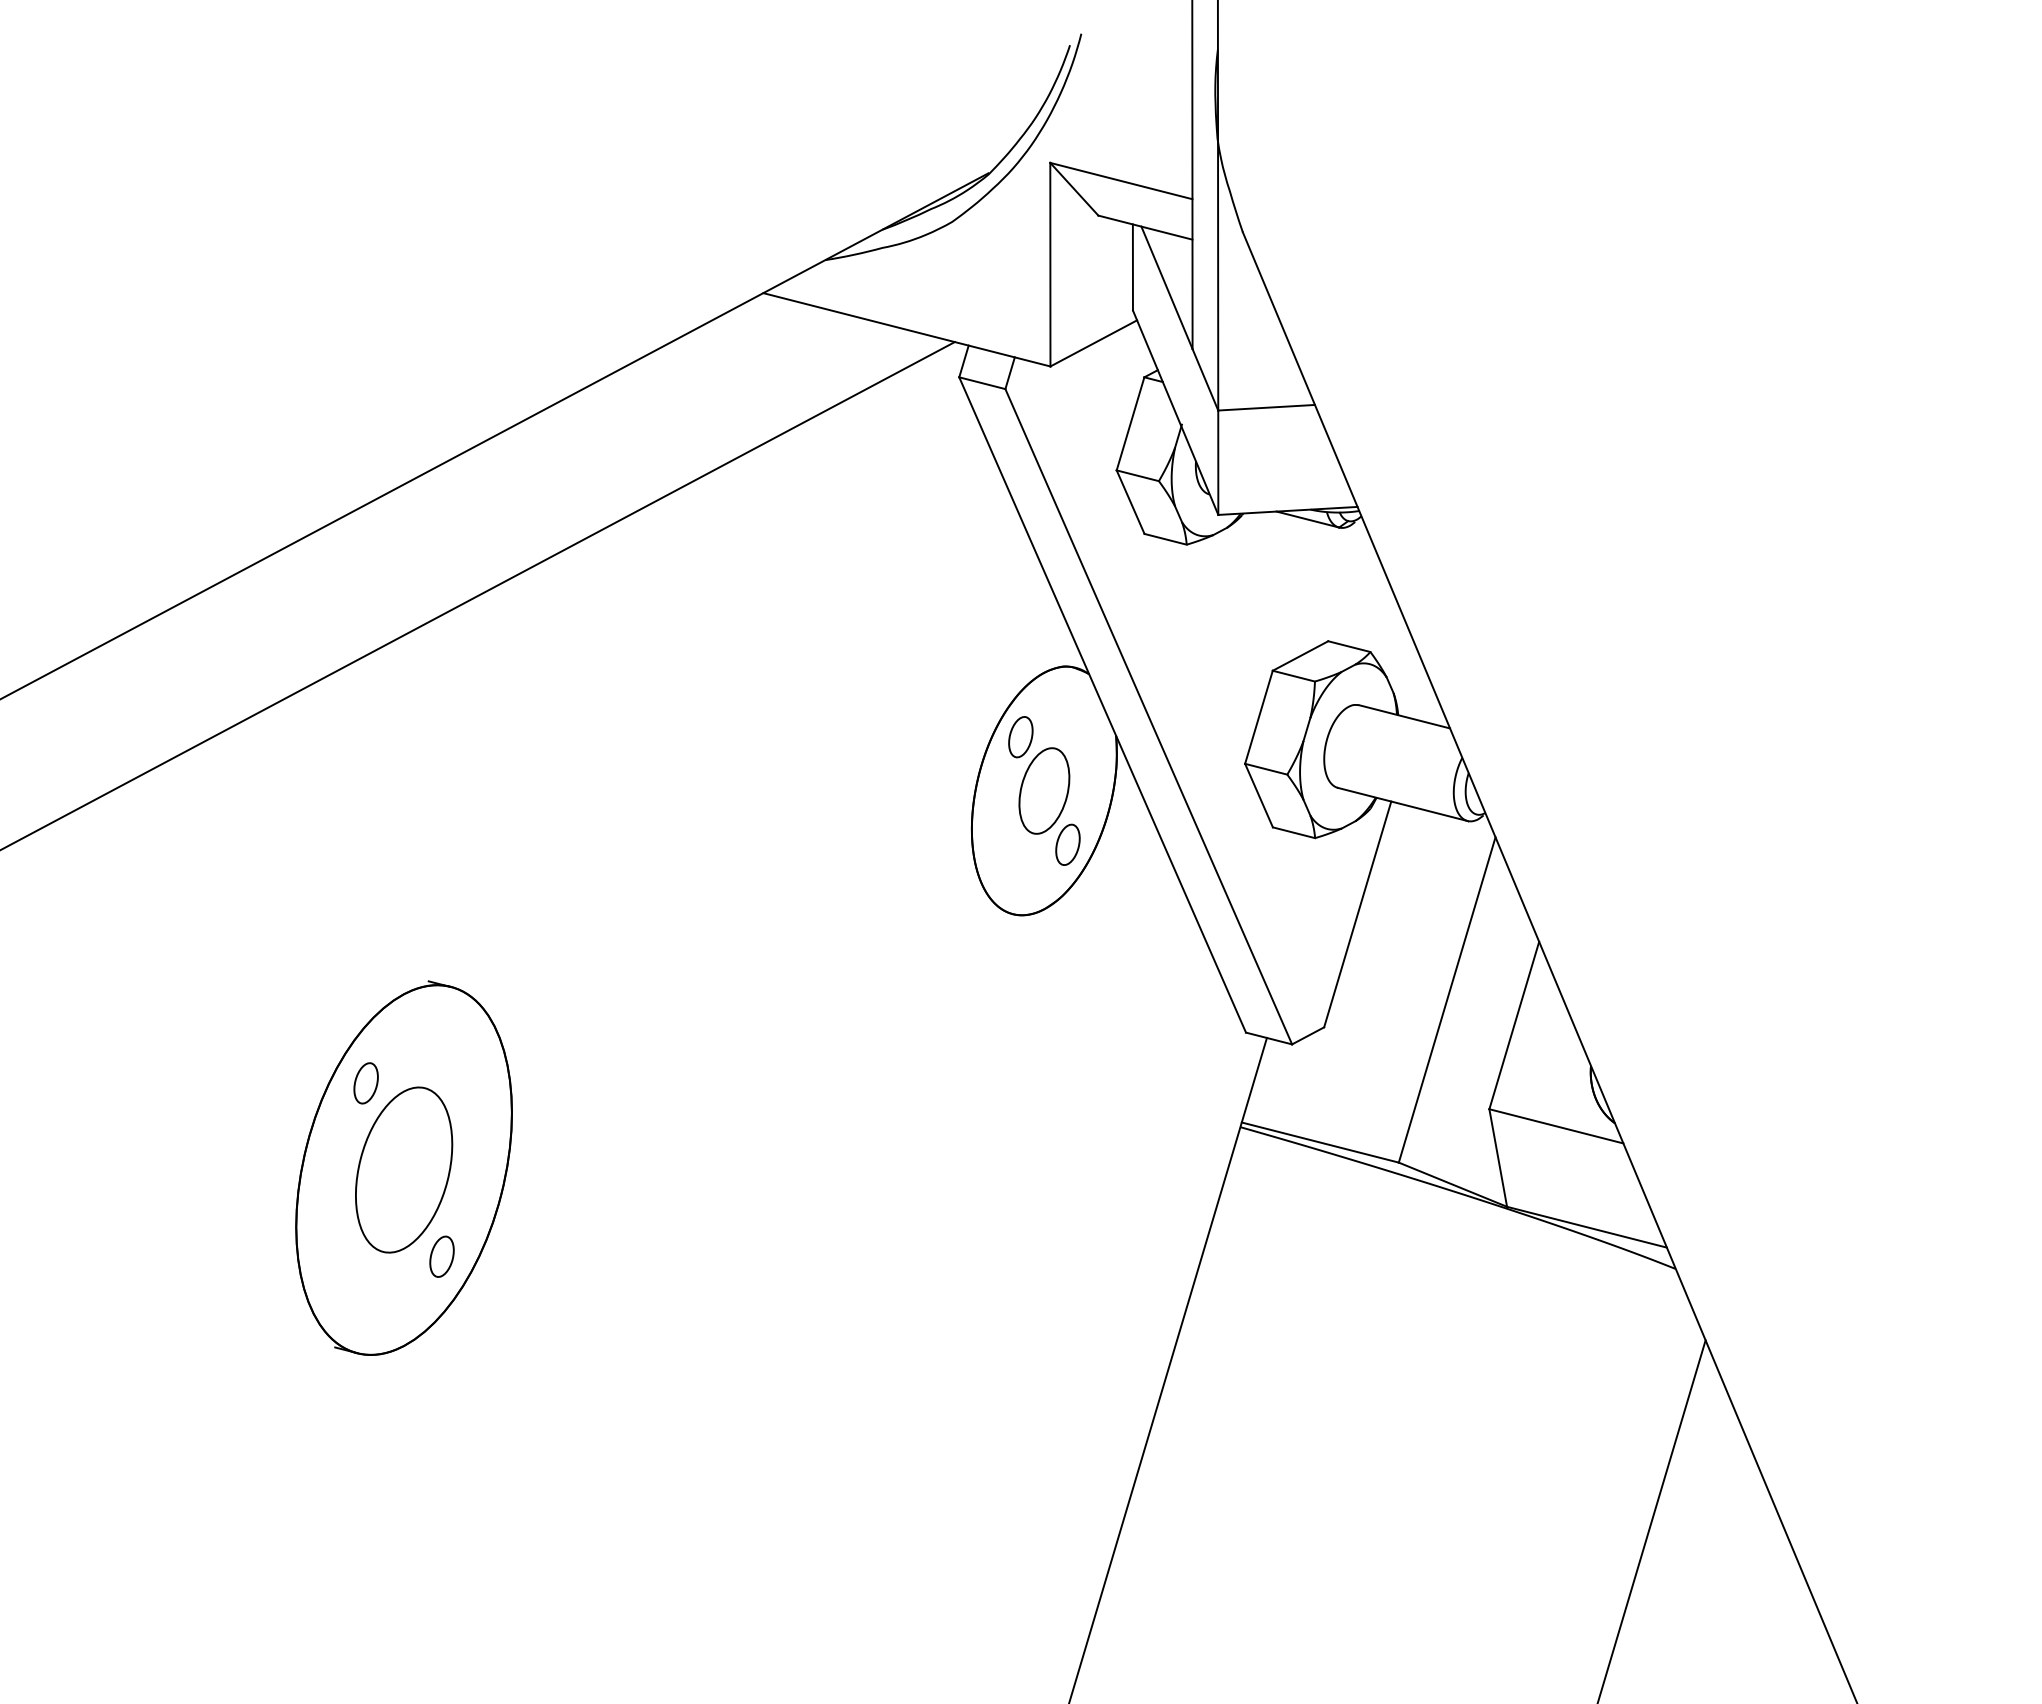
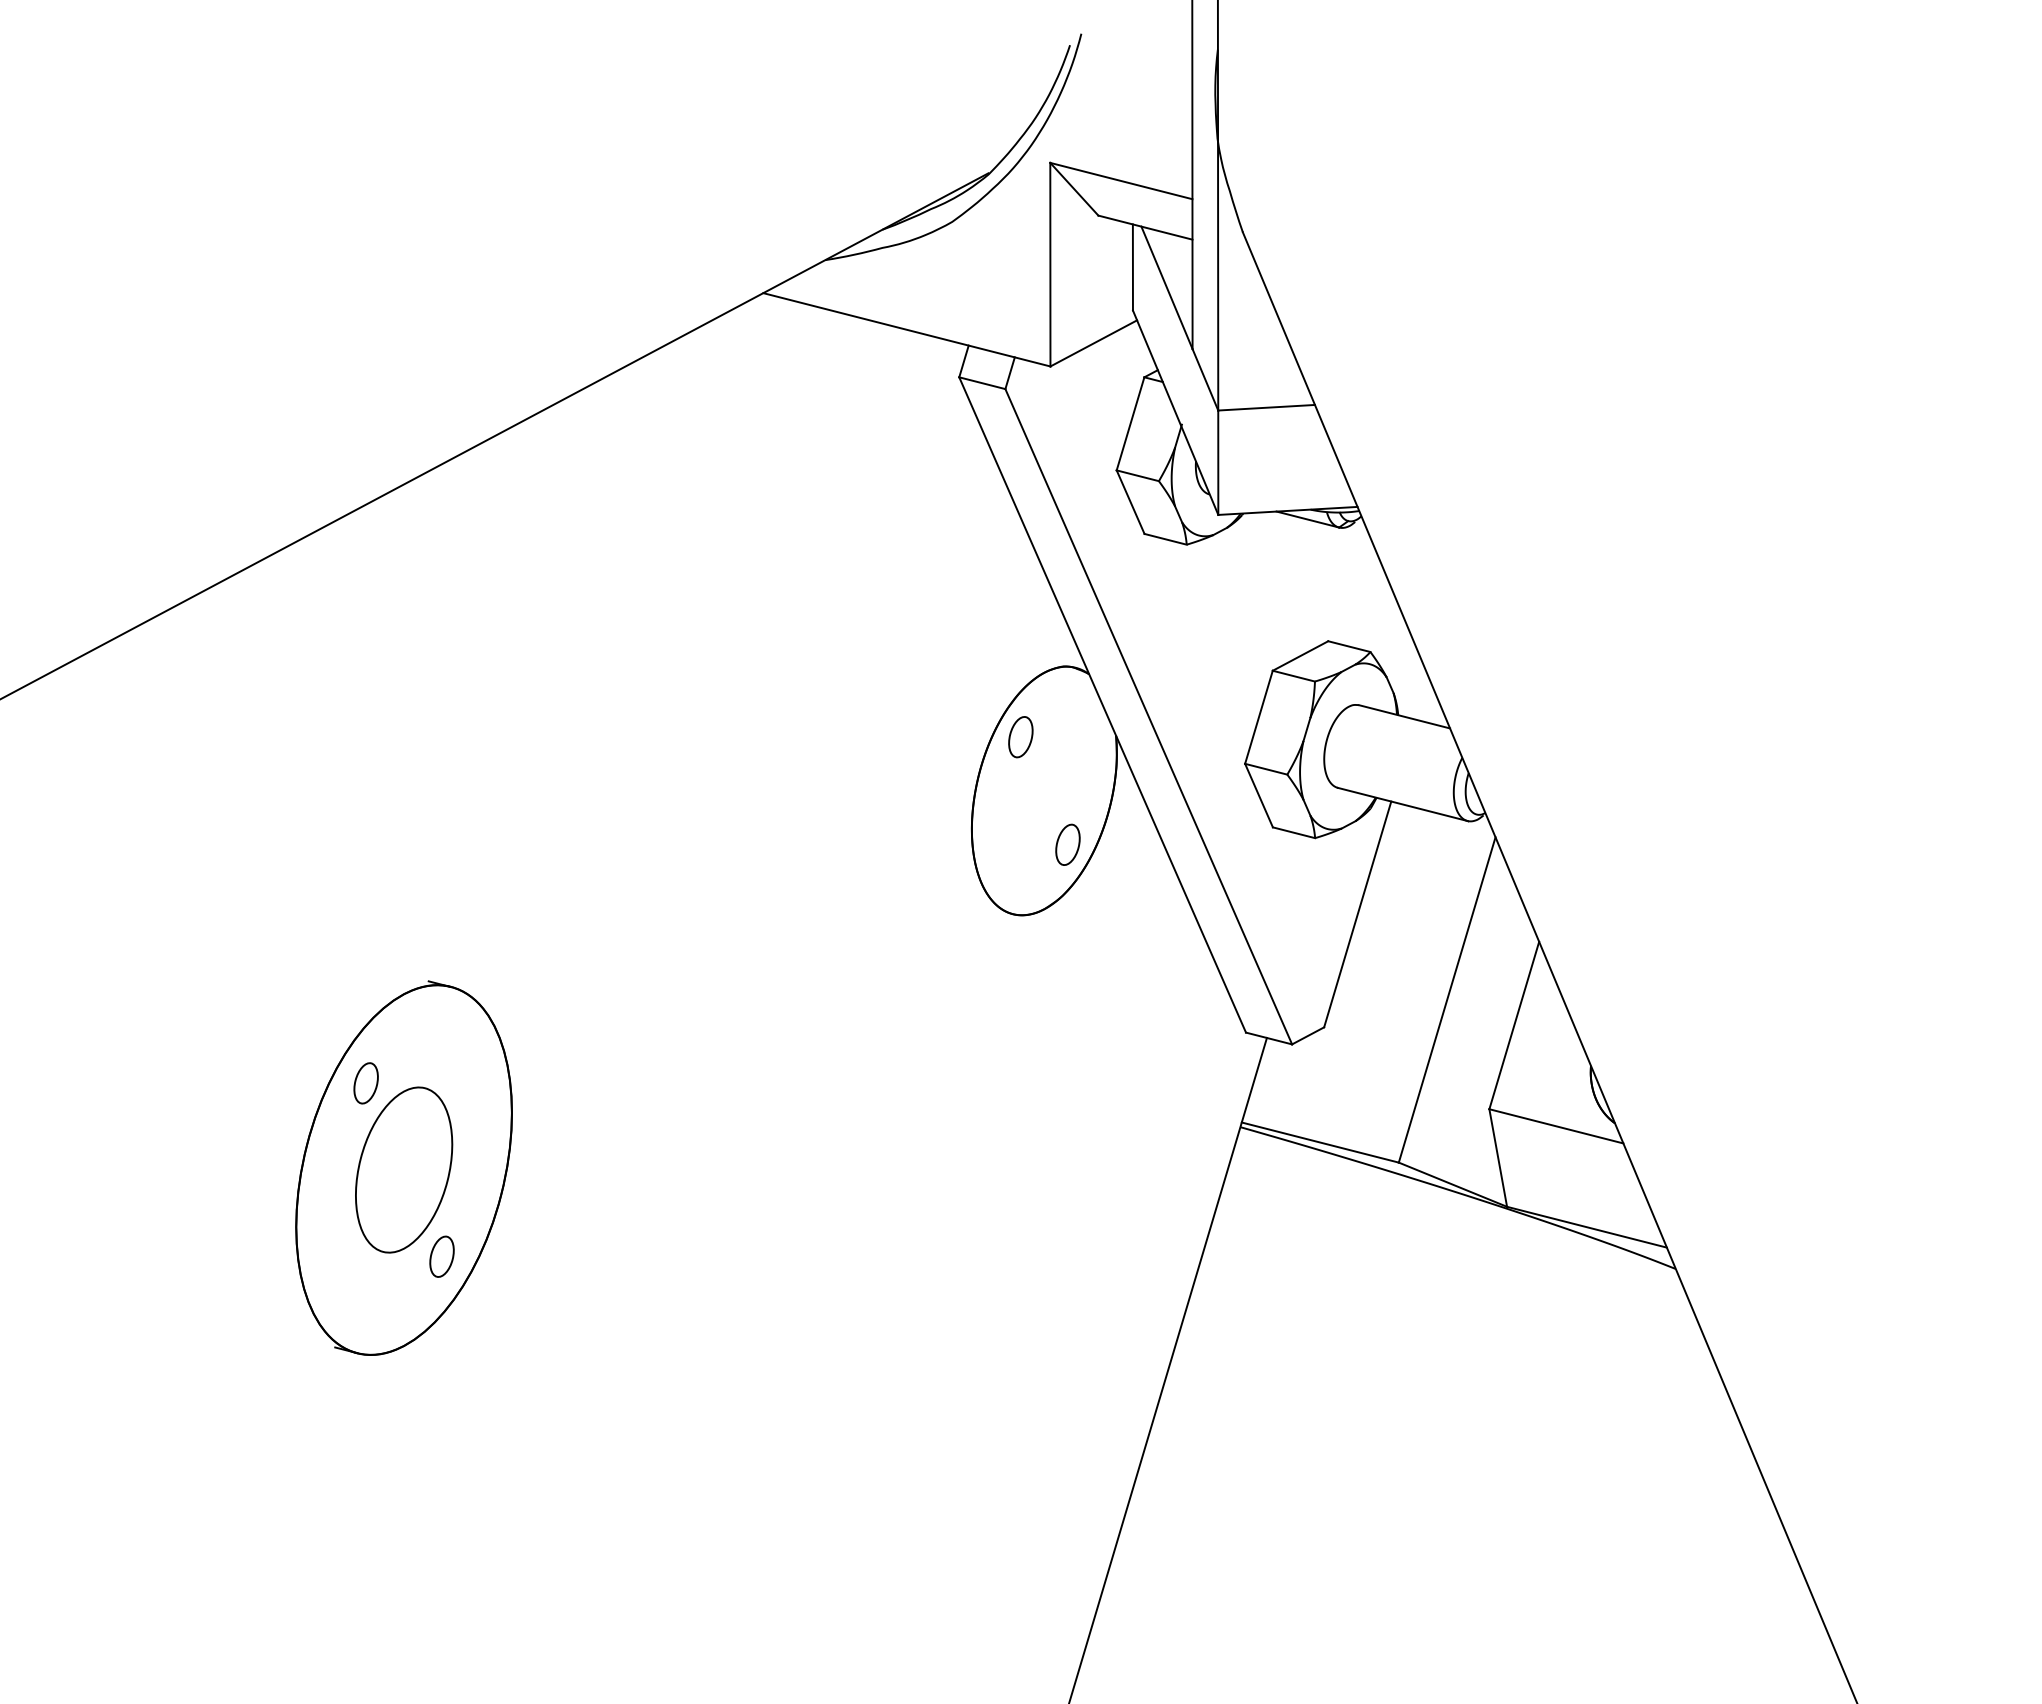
line at (478, 595): present -> none
part at (1044, 790): present -> none
line at (1651, 1520): present -> none
